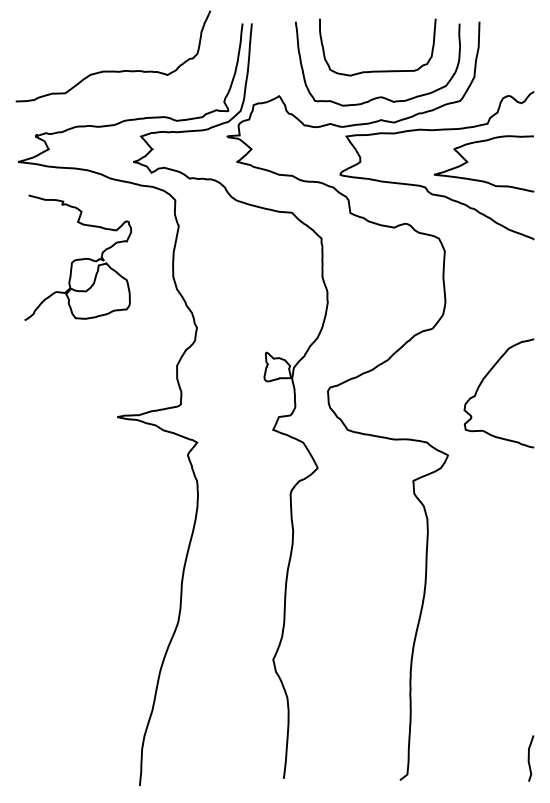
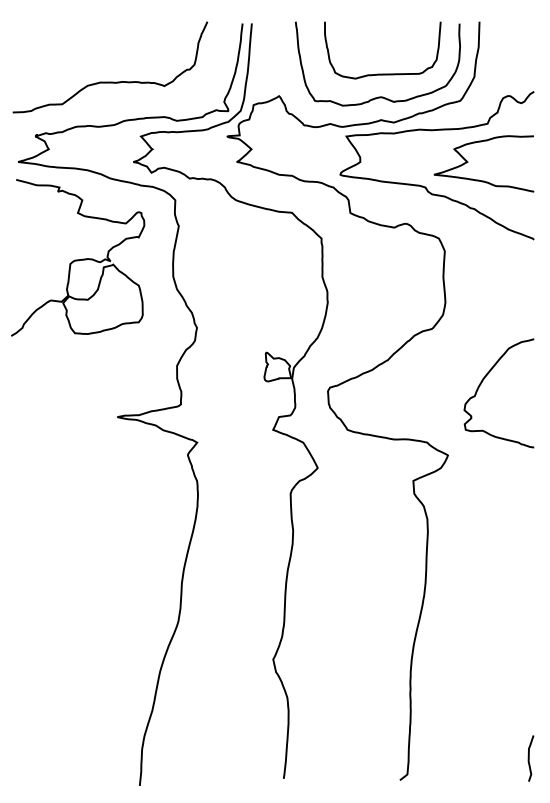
curve at (113, 70) position: (113, 70) -> (110, 81)
curve at (377, 70) position: (377, 70) -> (382, 73)
part at (78, 257) size: 109x127 px -> 135x158 px
